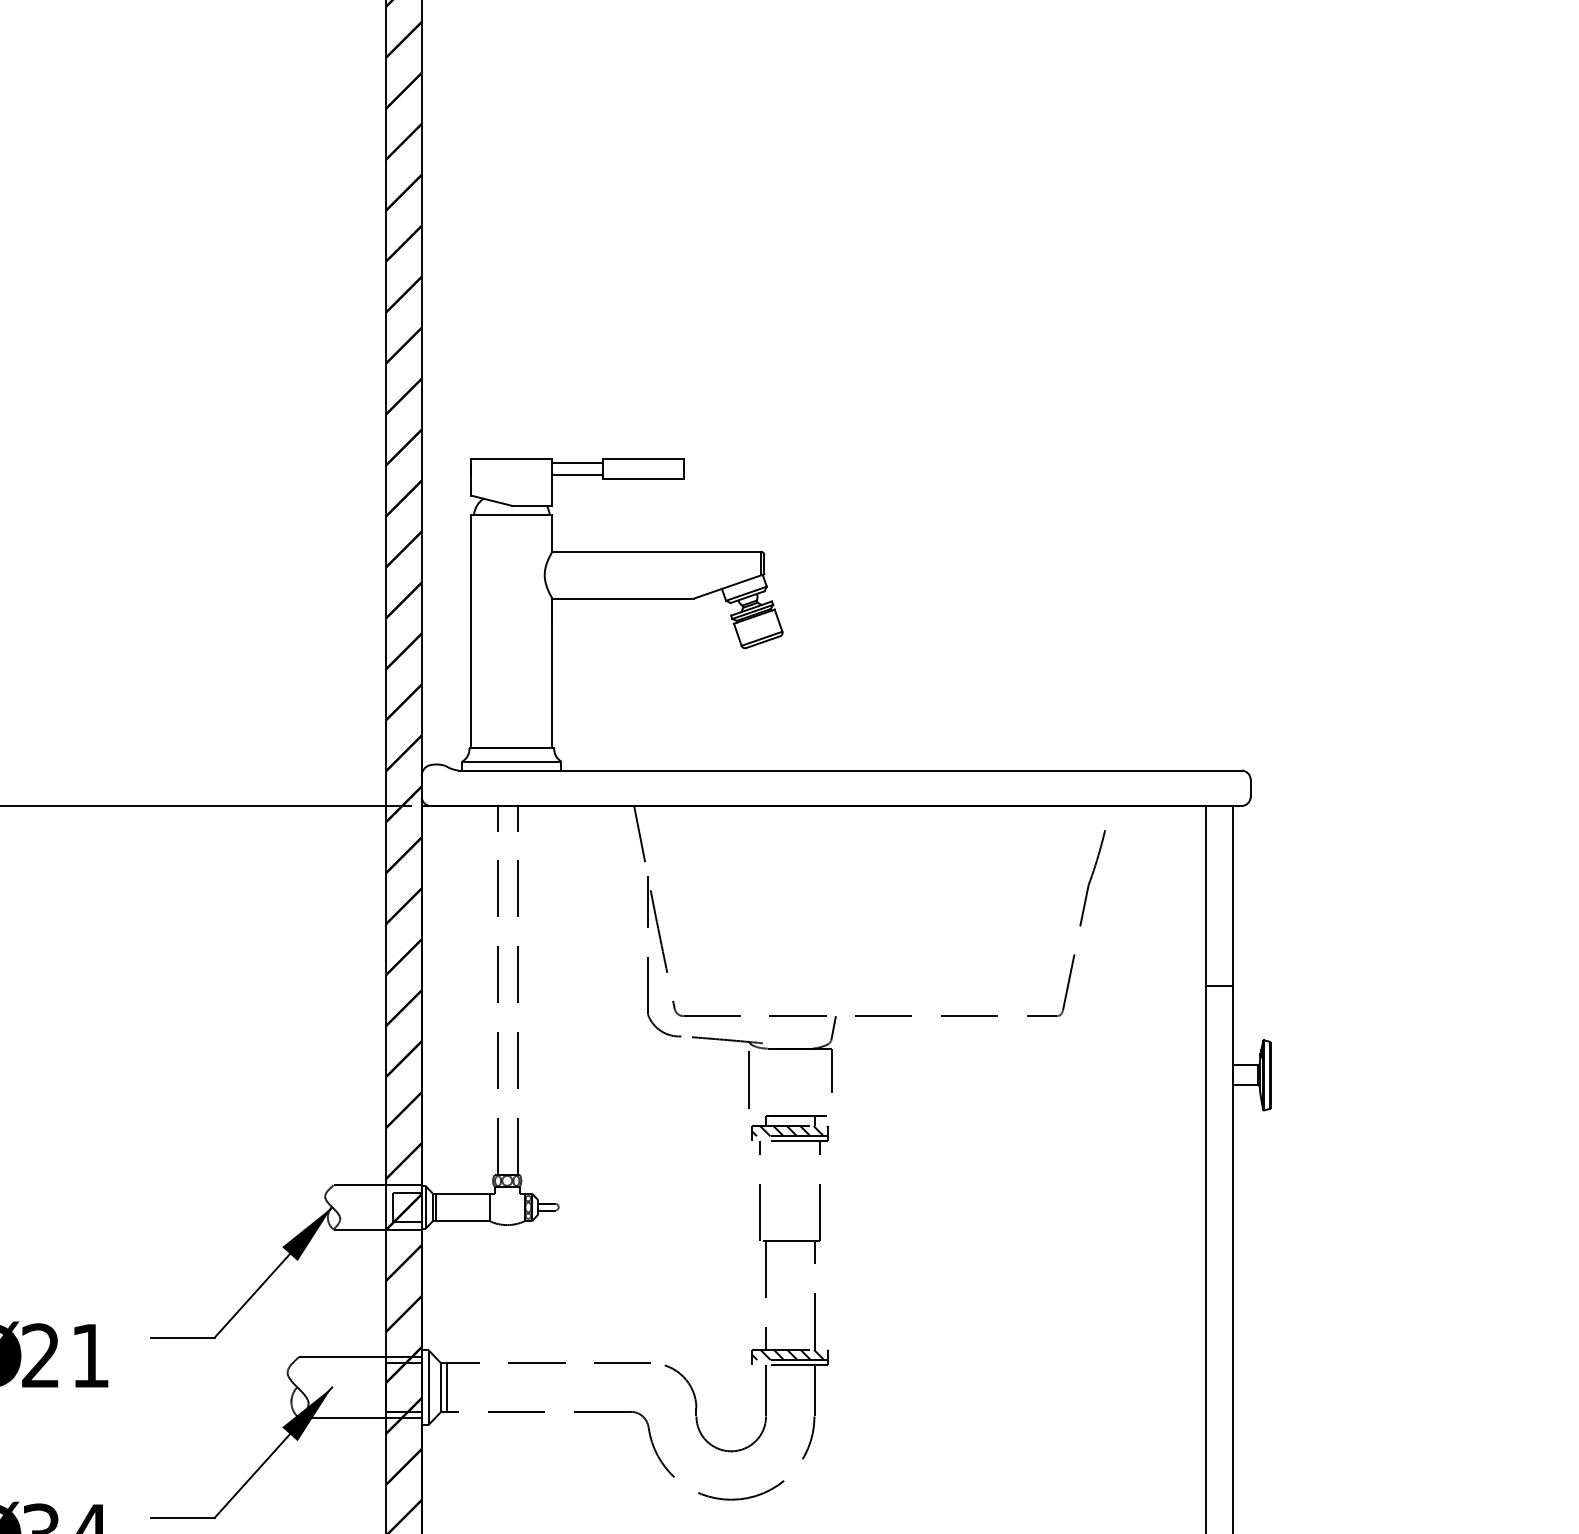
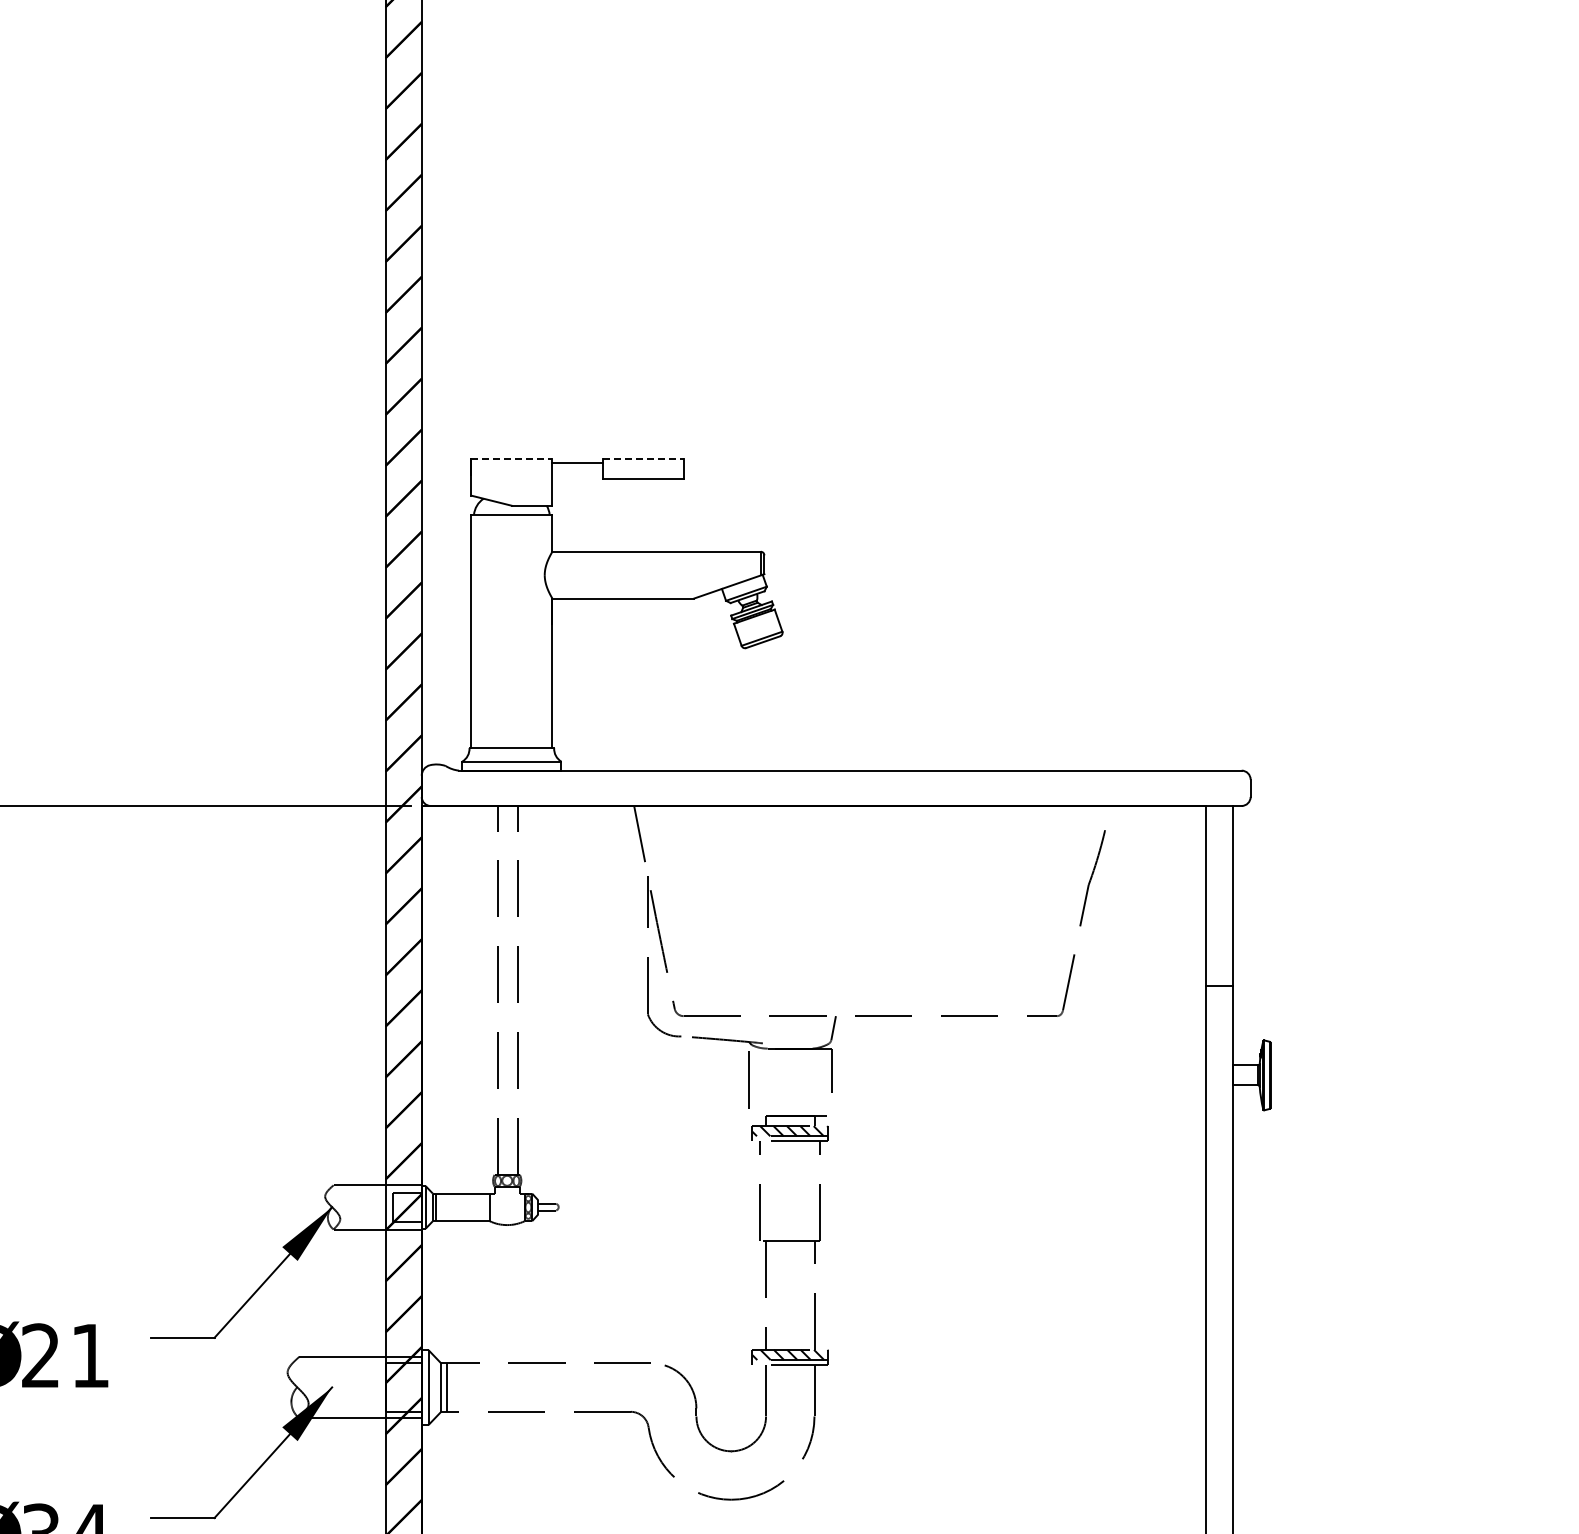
line at (511, 458): solid -> dashed
line at (643, 458): solid -> dashed
line at (577, 474): present -> none
